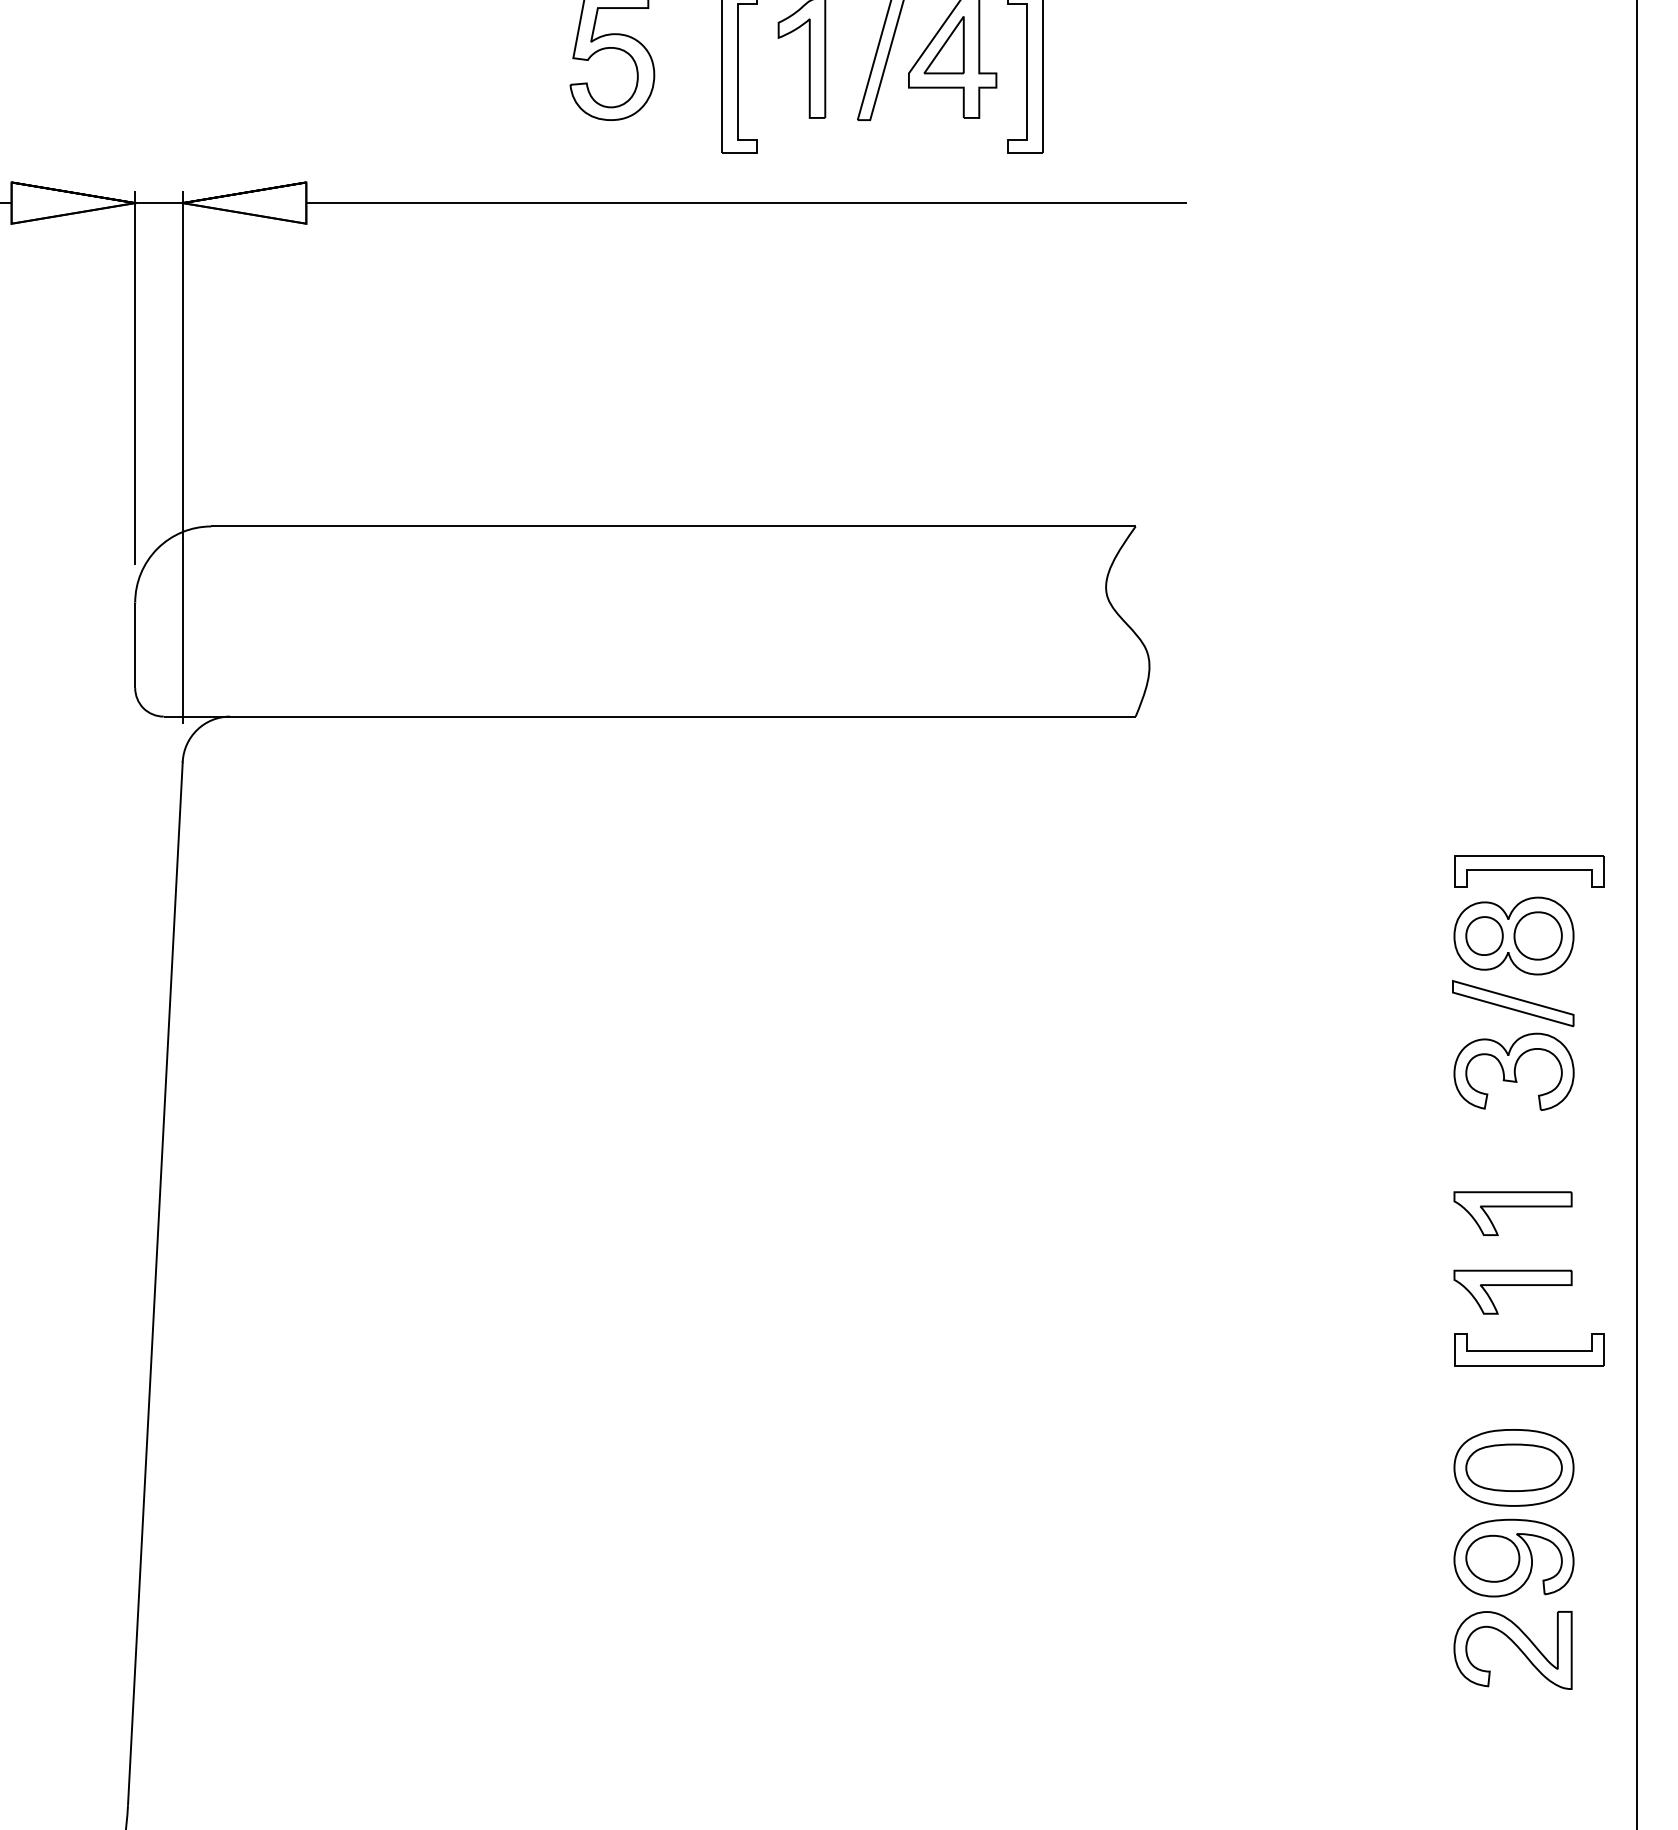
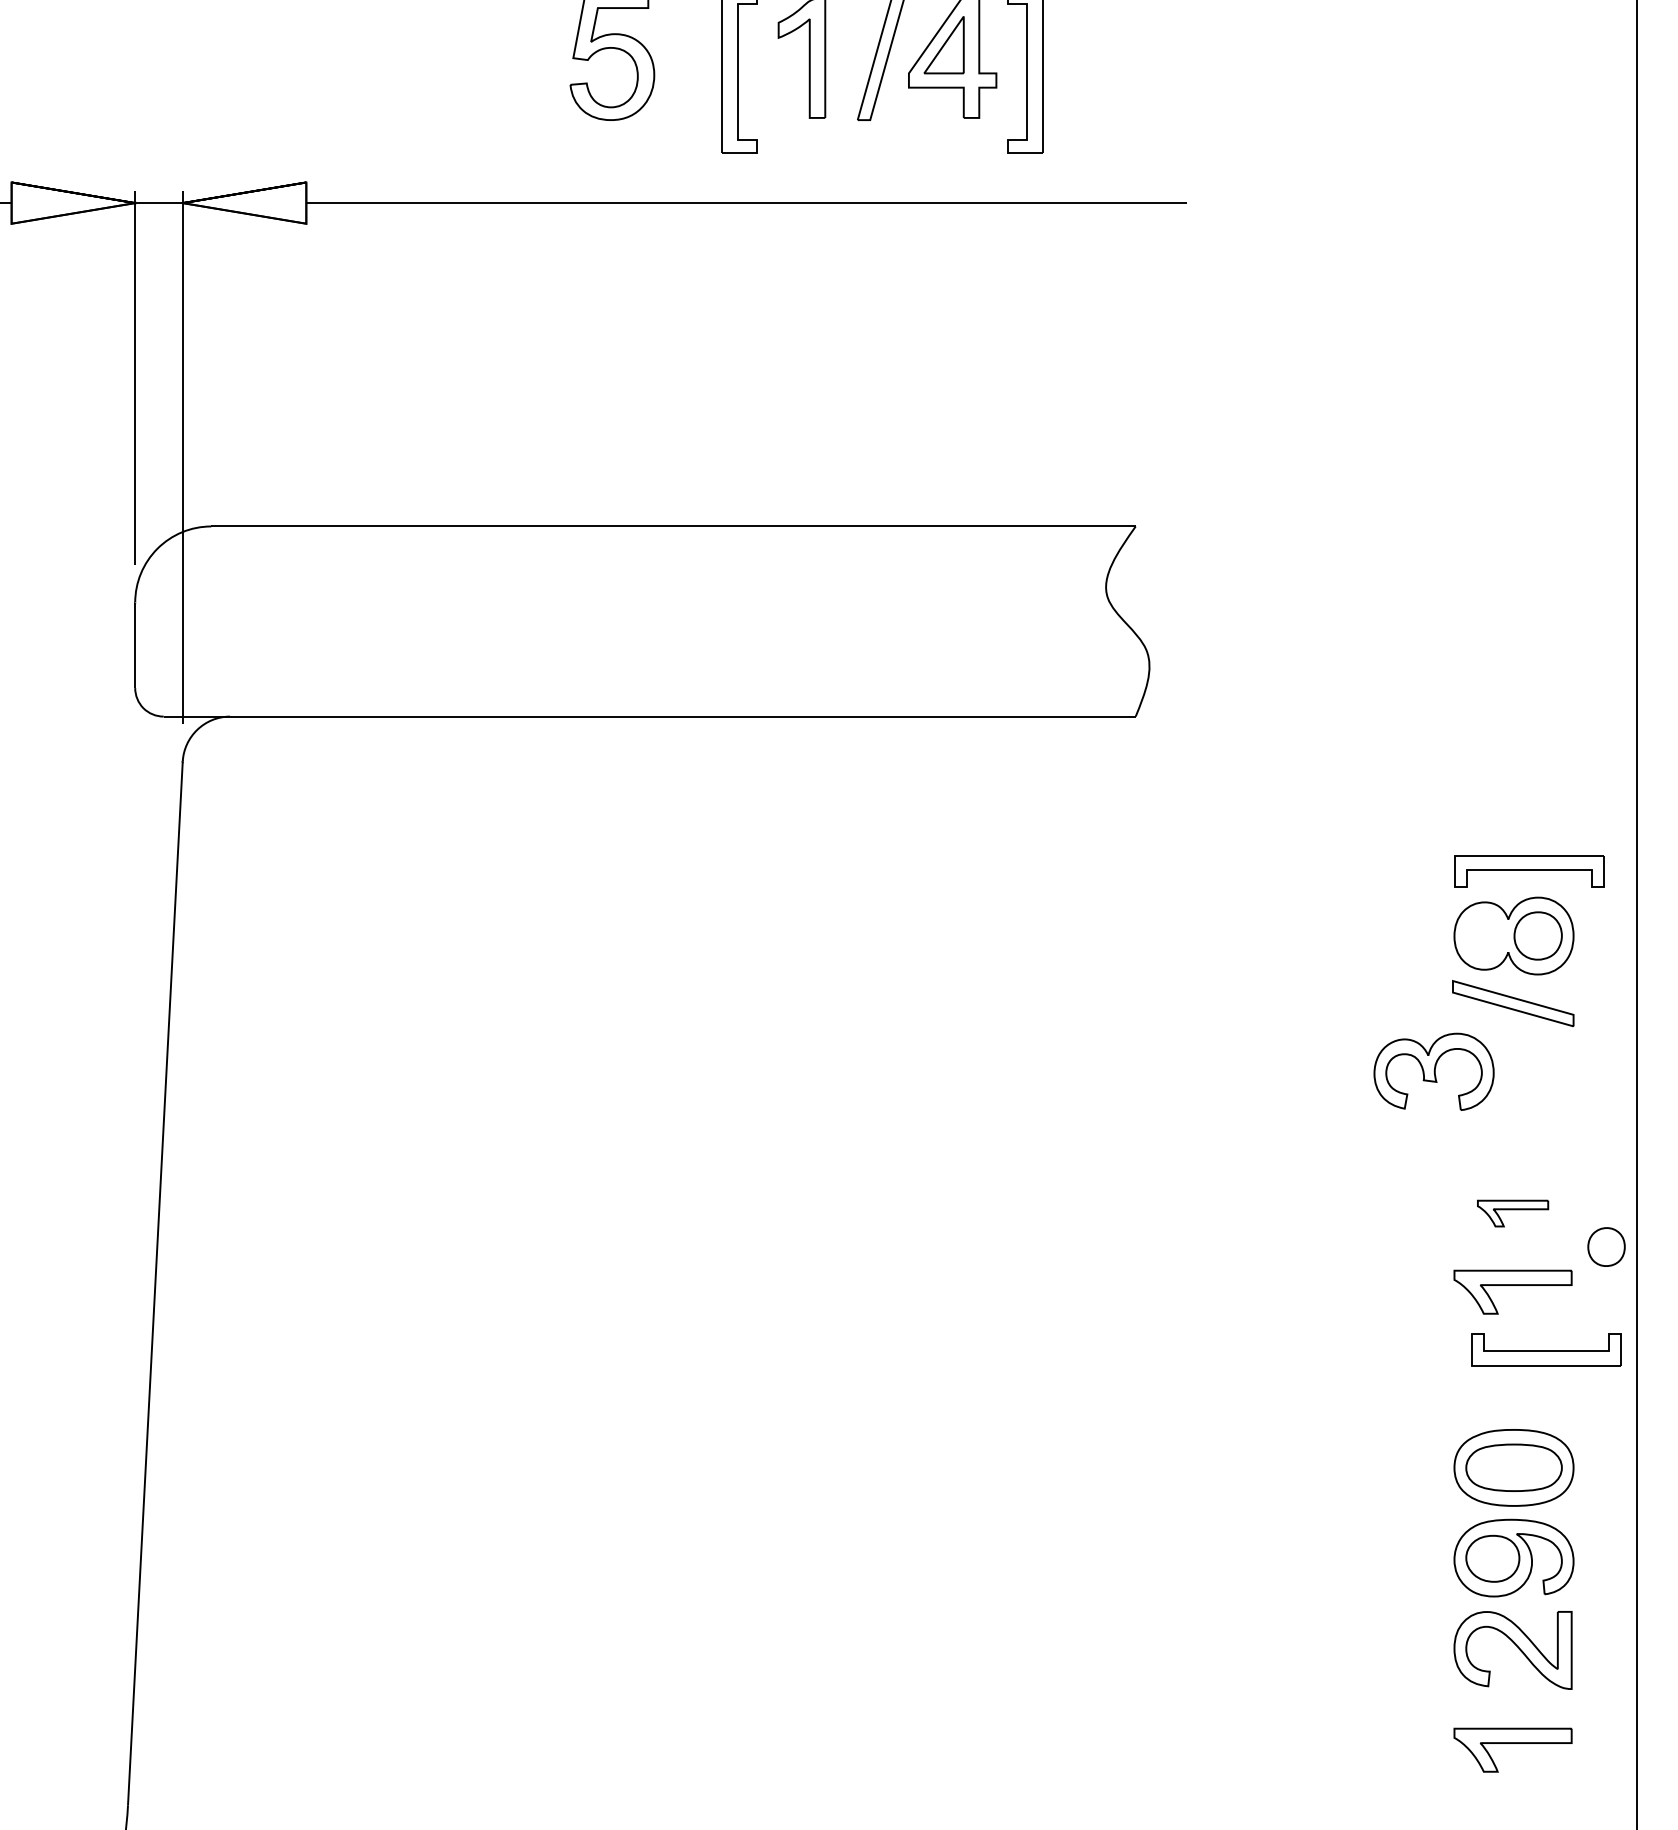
part at (1484, 935) position: (1484, 935) -> (1606, 1246)
part at (1513, 1071) position: (1513, 1071) -> (1433, 1071)
part at (1512, 1213) size: 120x45 px -> 73x29 px
part at (1529, 1349) position: (1529, 1349) -> (1546, 1349)
part at (1512, 1749): none -> present
